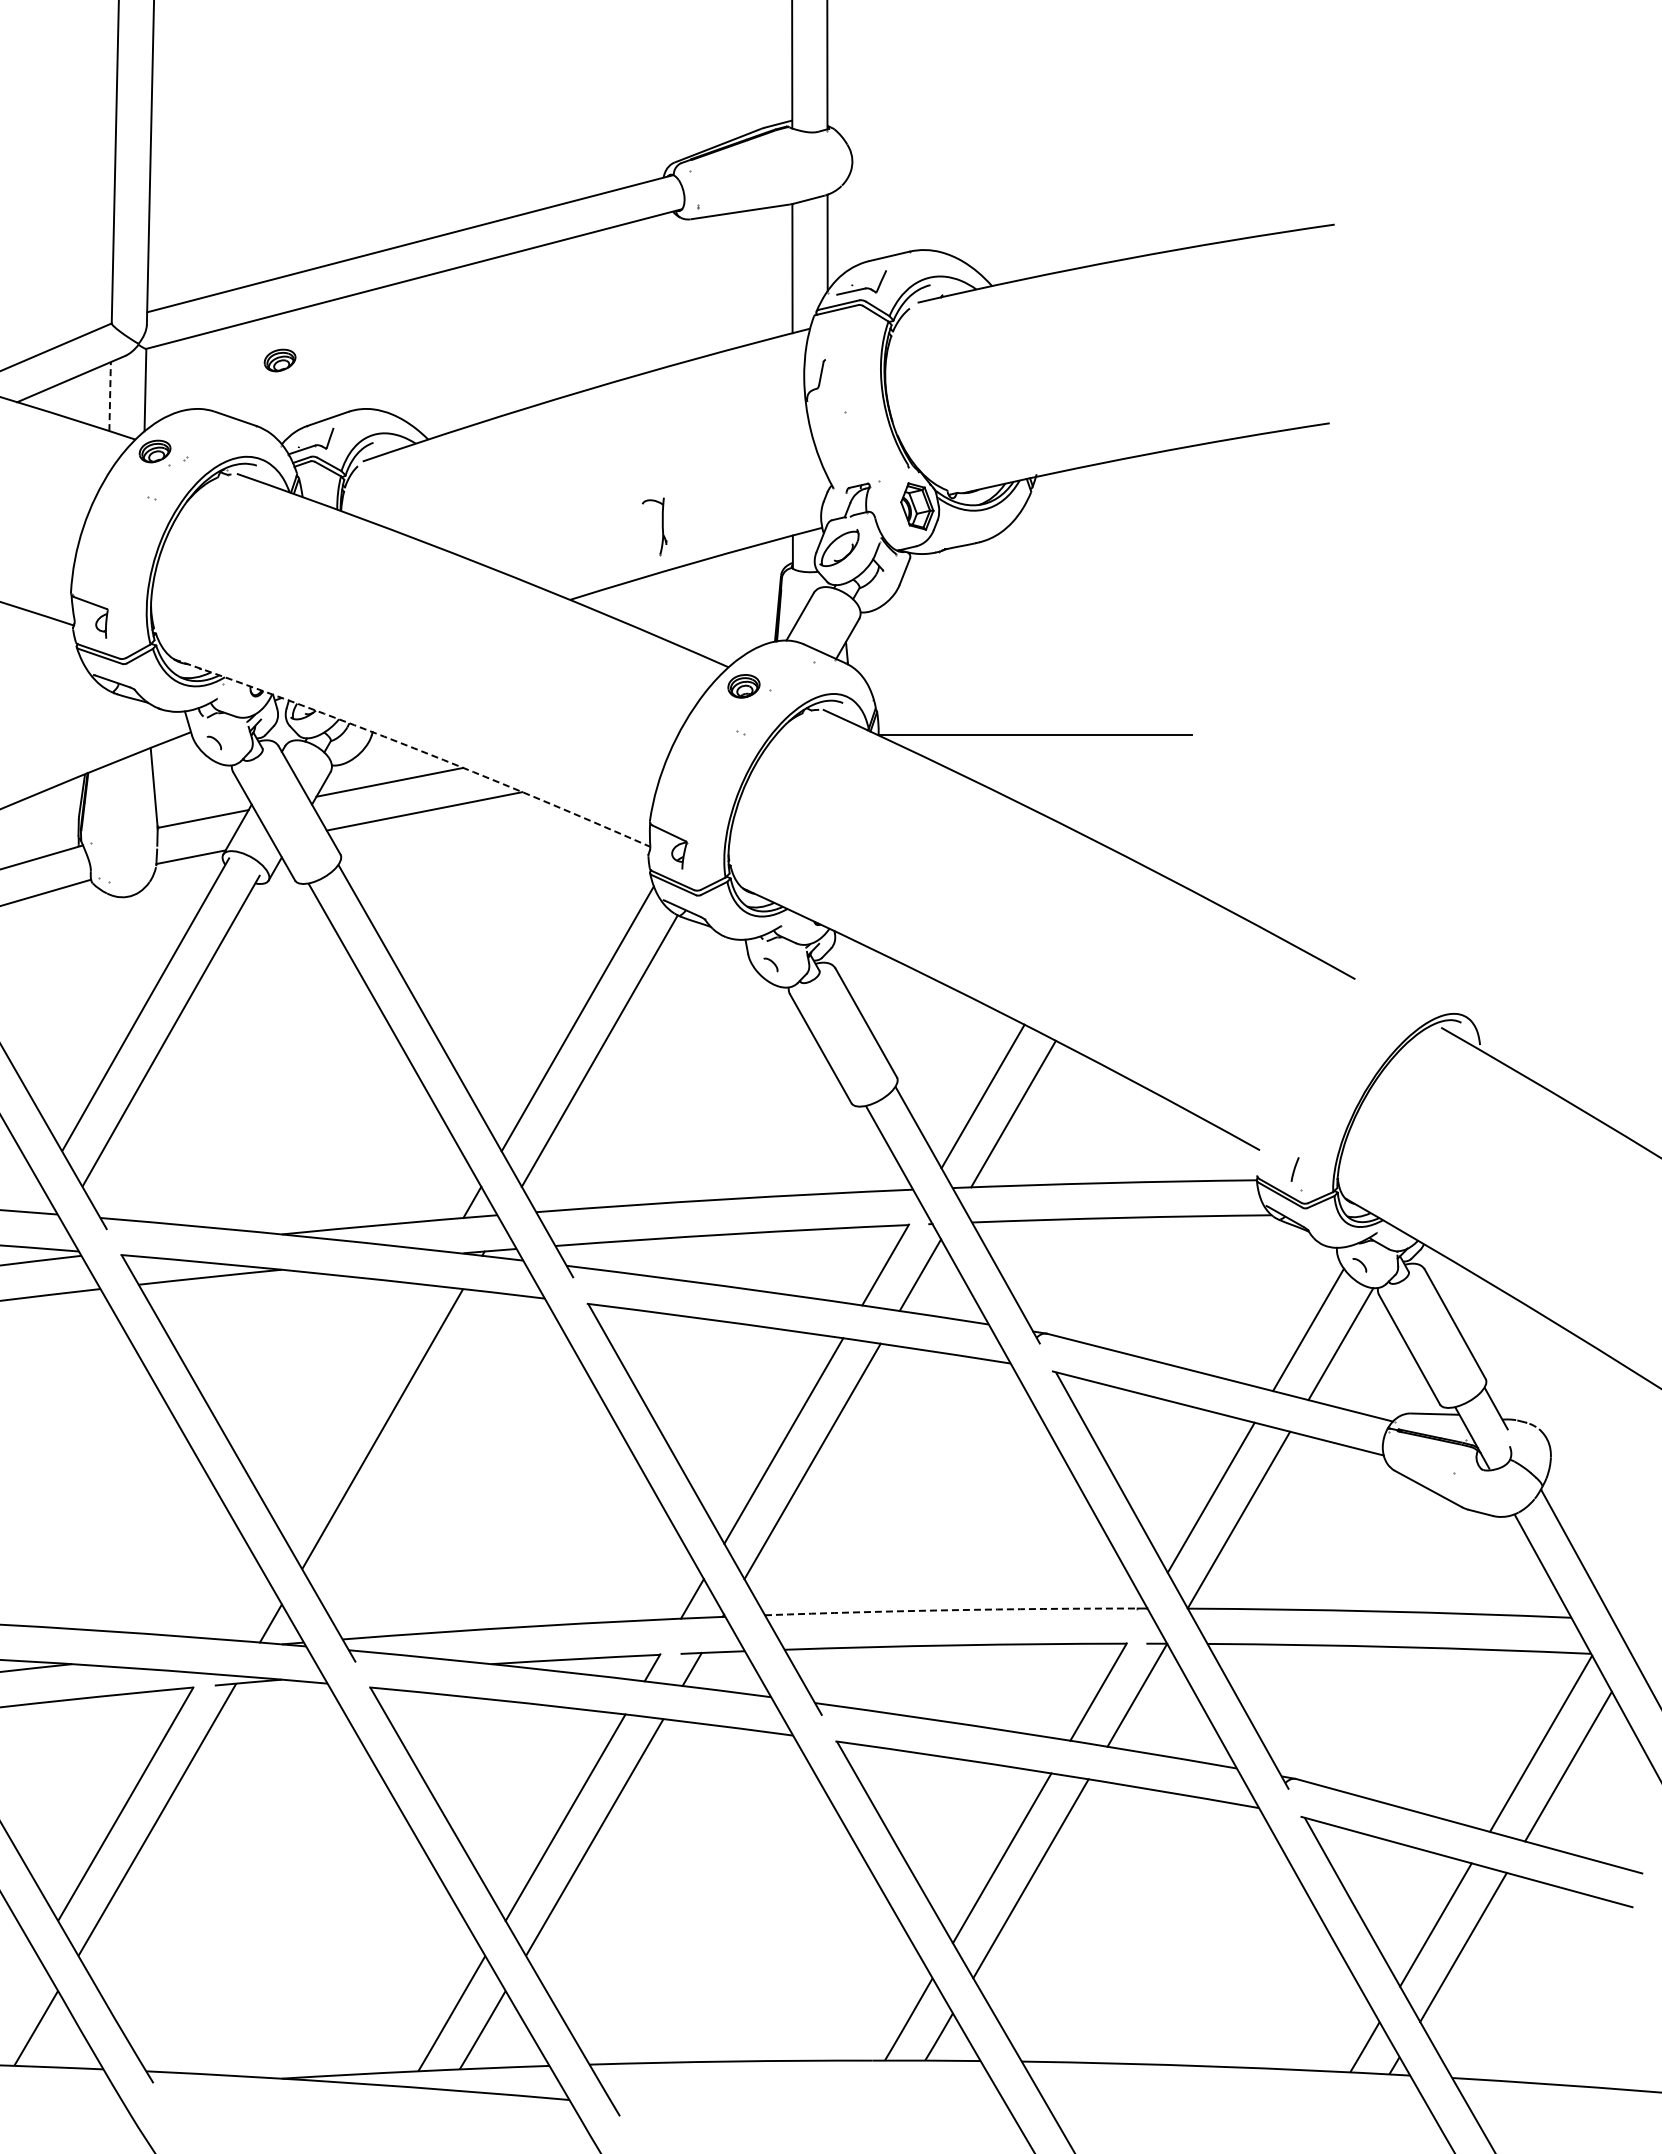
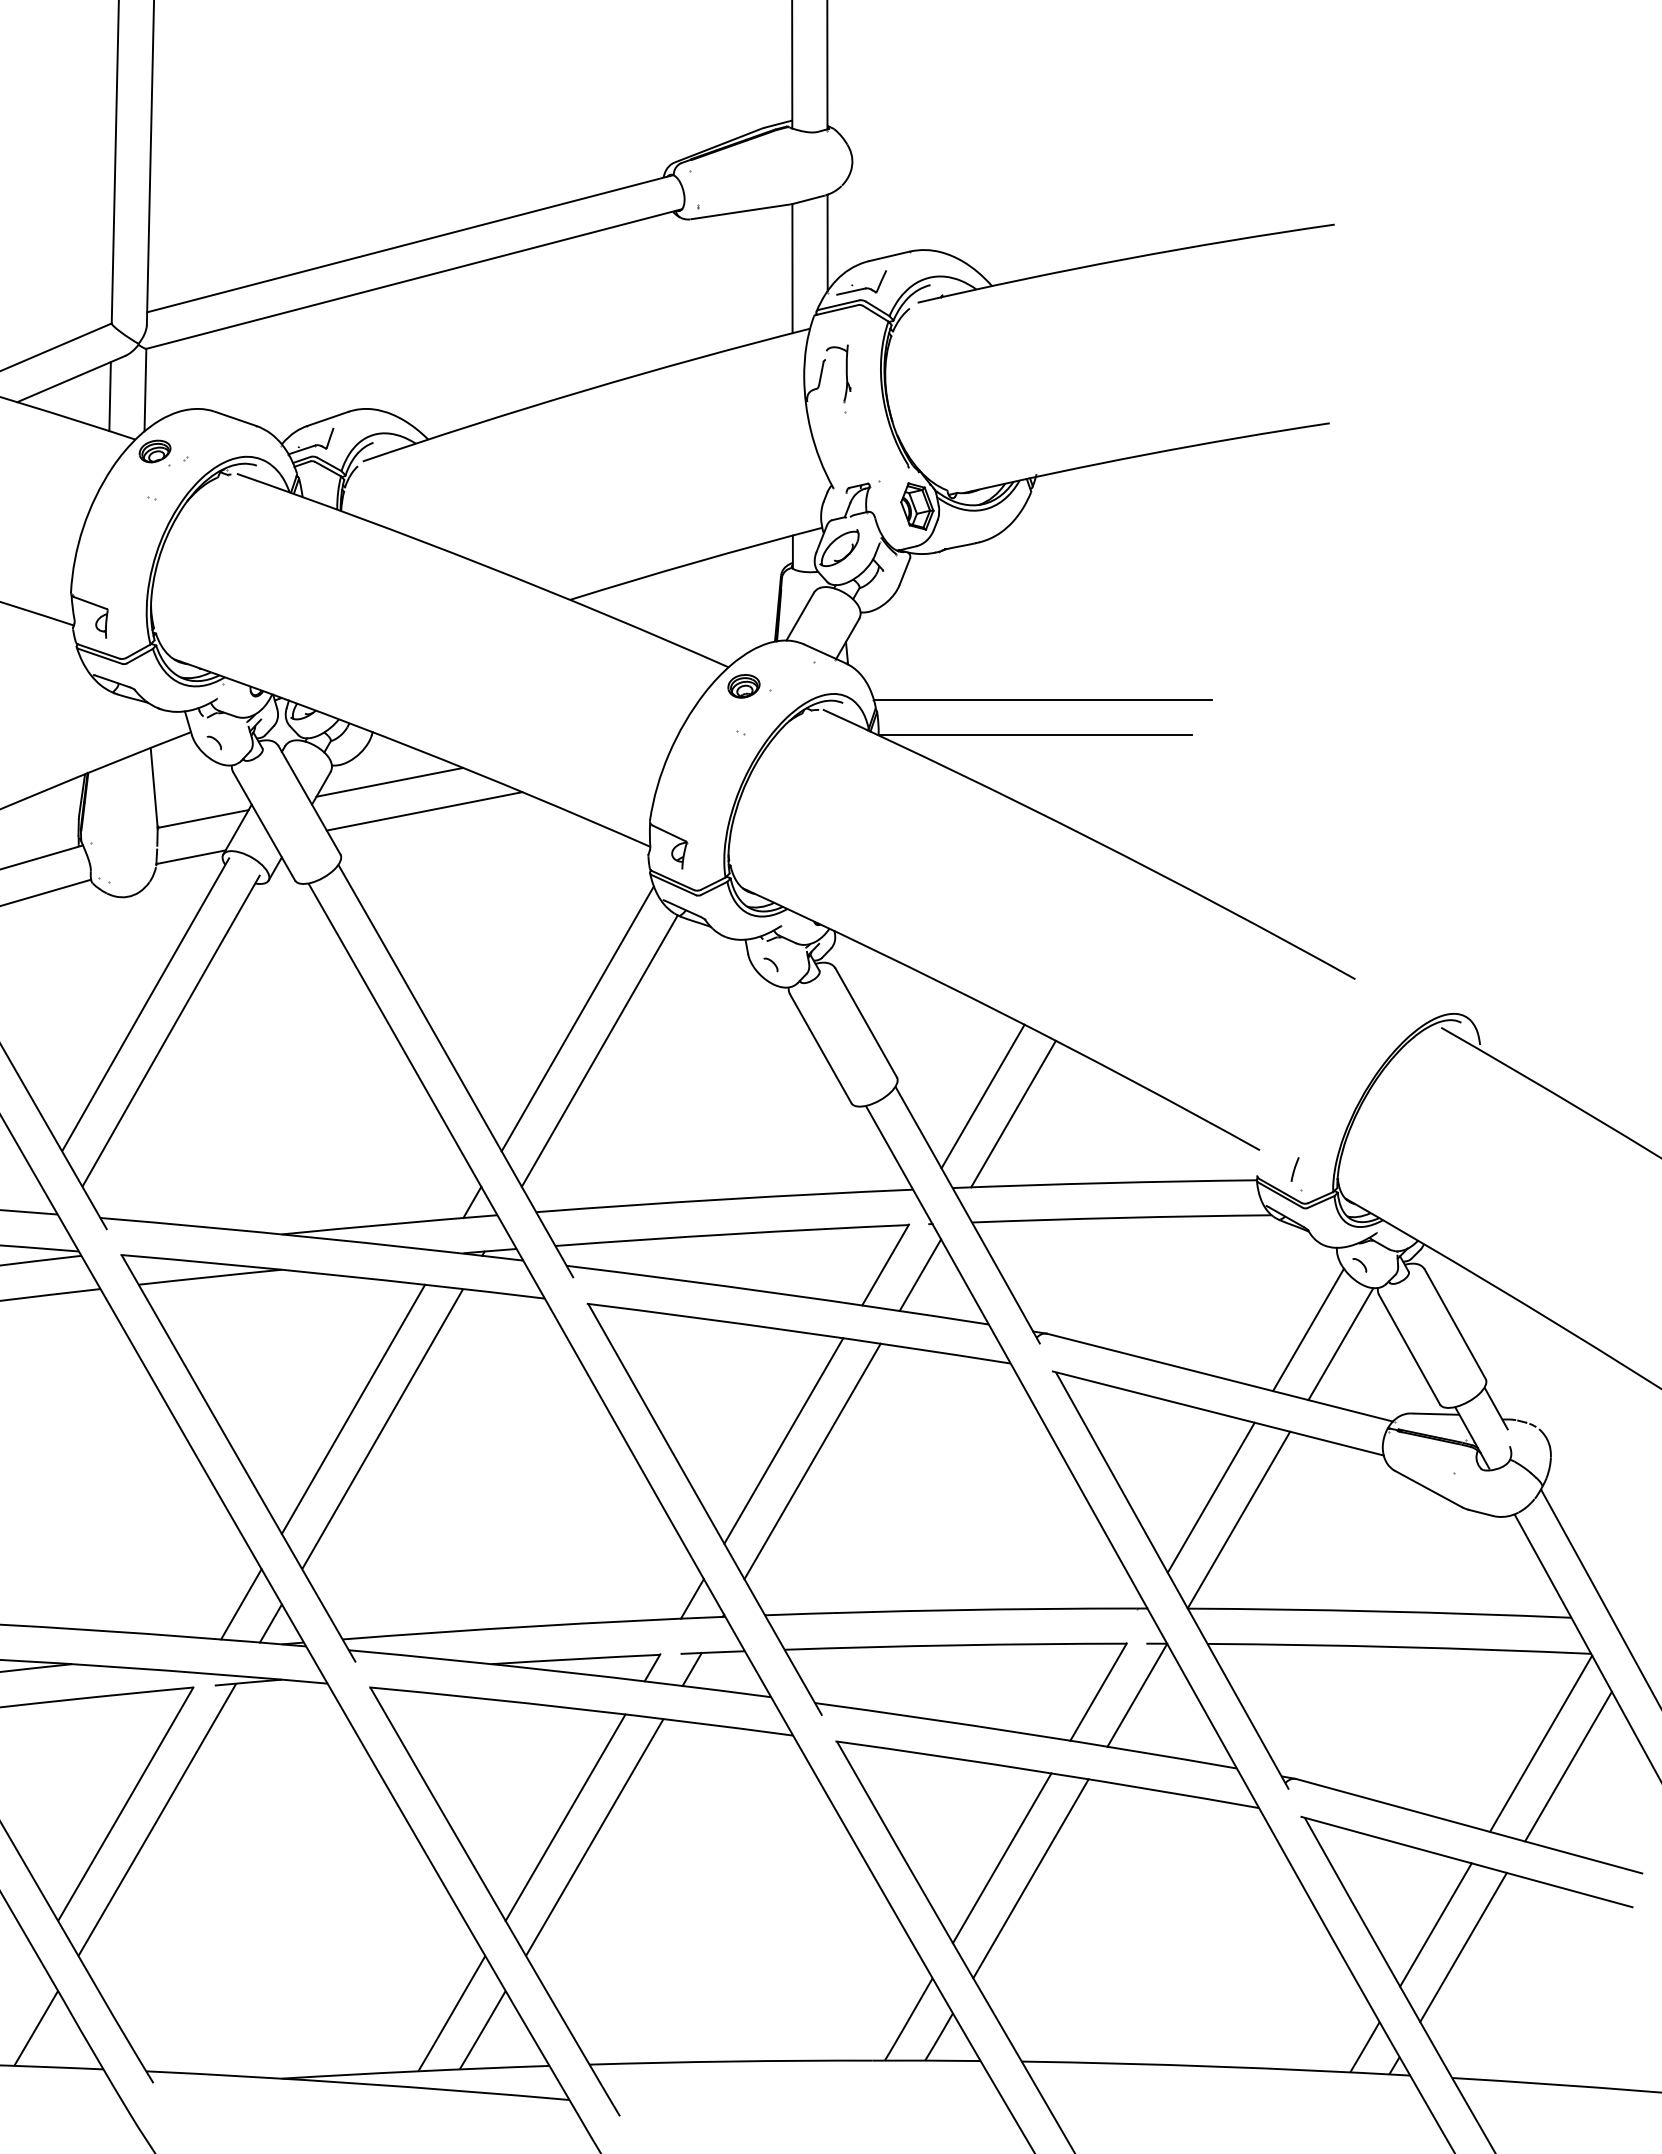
part at (279, 360): present -> none
line at (110, 396): dashed -> solid
part at (661, 526) position: (661, 526) -> (845, 373)
line at (1042, 700): none -> present
line at (414, 748): dashed -> solid
line at (353, 1408): none -> present
line at (241, 1604): none -> present
line at (950, 1610): dashed -> solid
